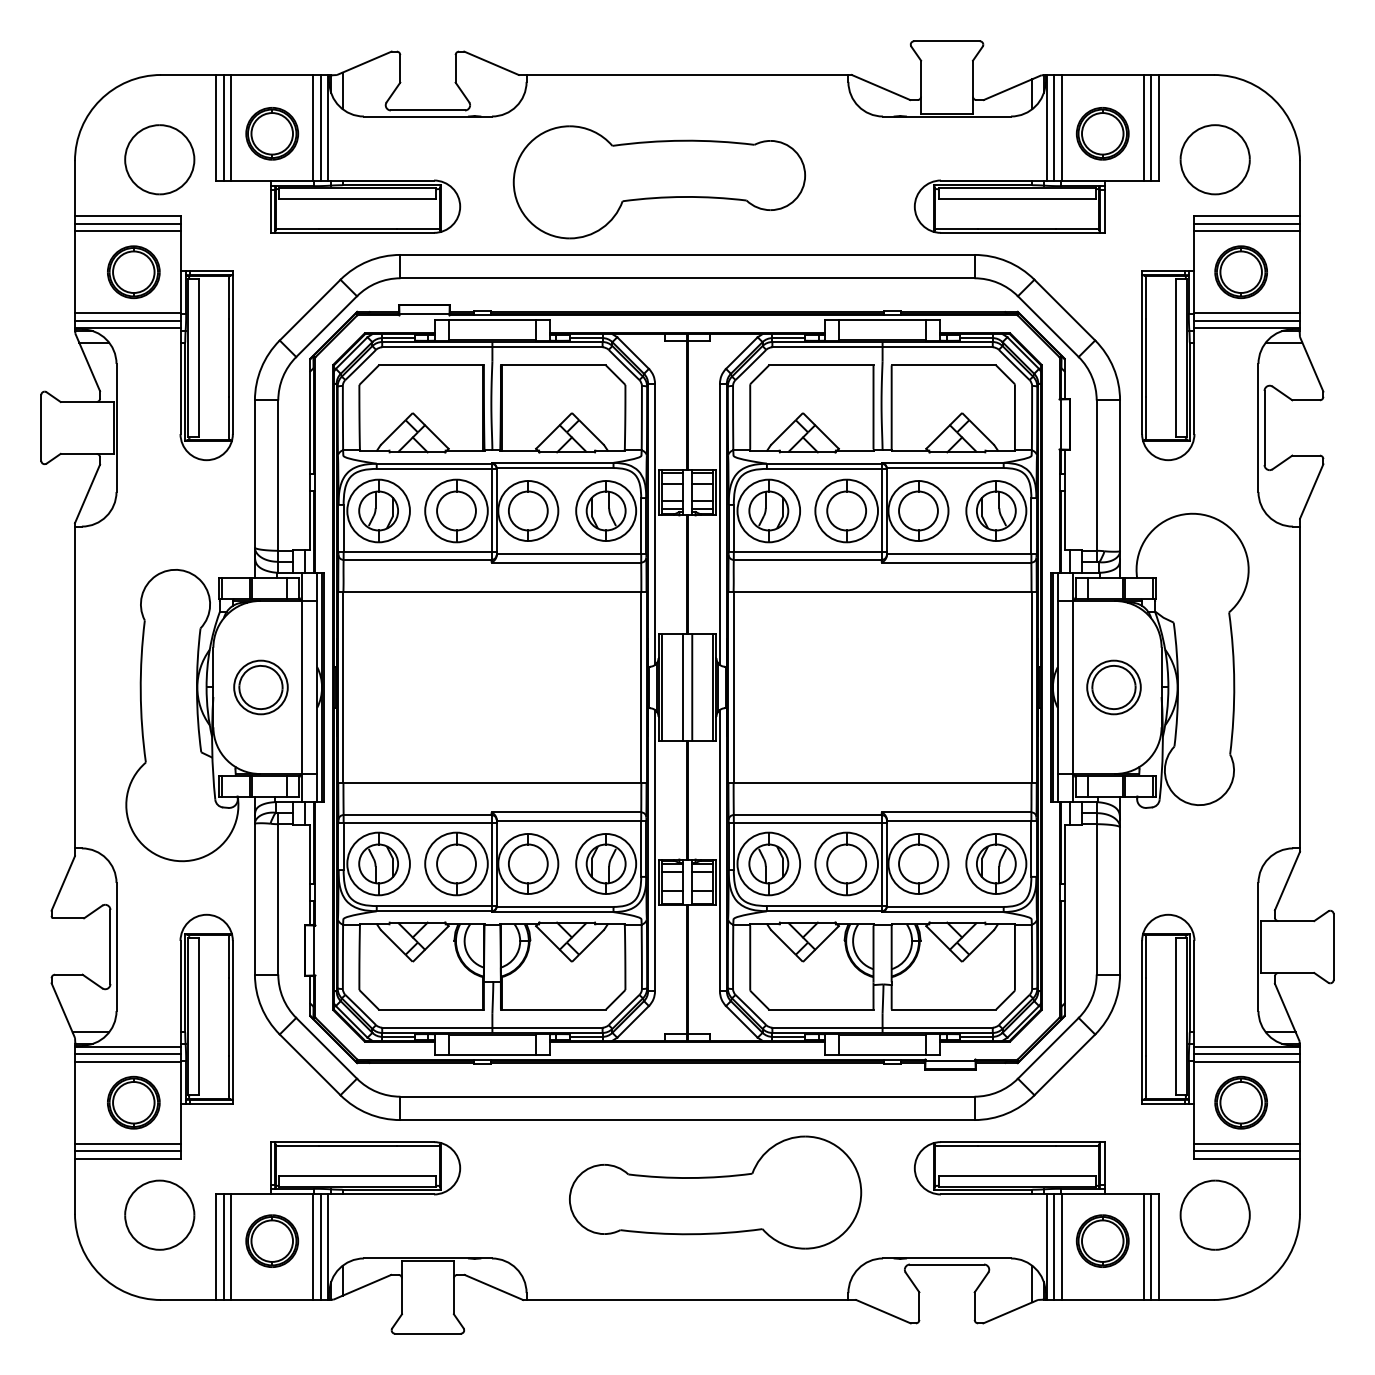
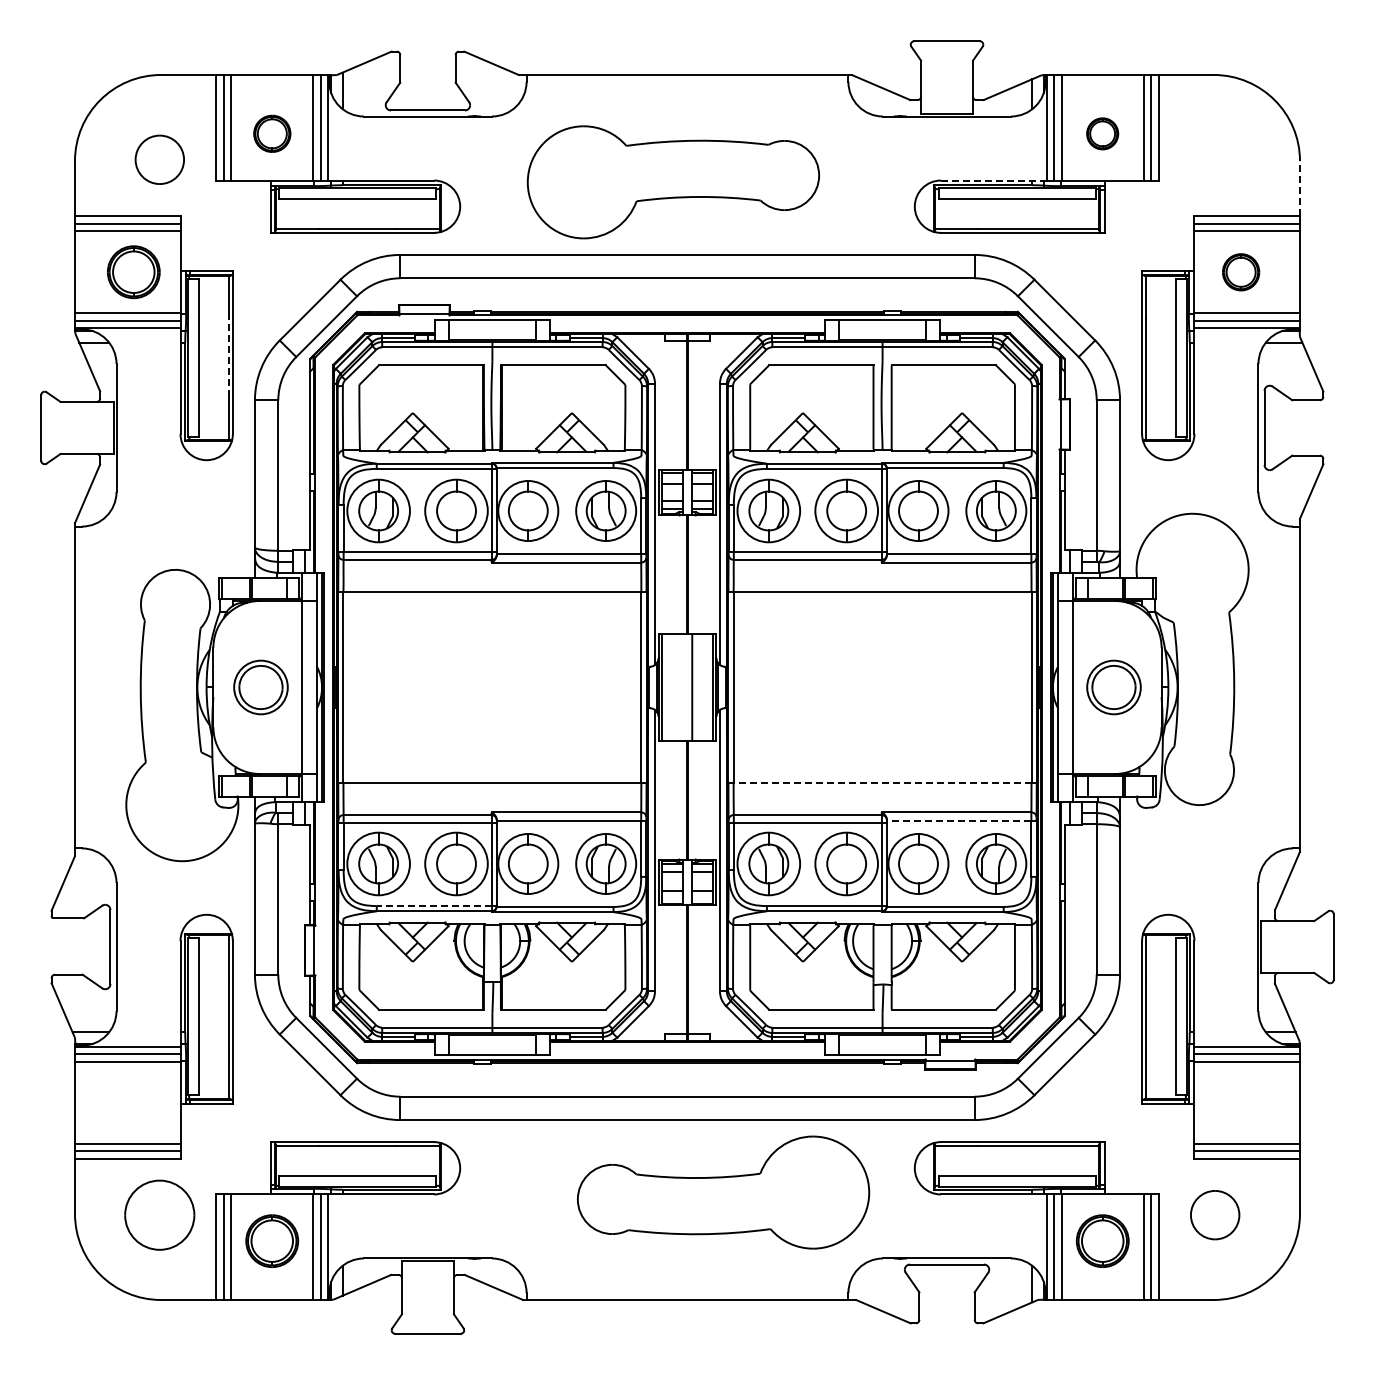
part at (272, 133) size: 55x54 px -> 39x39 px
part at (1102, 133) size: 55x54 px -> 34x34 px
part at (159, 159) size: 72x72 px -> 51x51 px
part at (1214, 159): present -> none
line at (993, 180): solid -> dashed
part at (658, 182) position: (658, 182) -> (672, 182)
line at (1300, 188): solid -> dashed
part at (1240, 272) size: 54x55 px -> 39x39 px
line at (228, 357): solid -> dashed
line at (682, 687): present -> none
line at (882, 782): solid -> dashed
line at (958, 820): solid -> dashed
line at (433, 906): solid -> dashed
part at (133, 1102): present -> none
part at (1240, 1102): present -> none
part at (715, 1192) position: (715, 1192) -> (723, 1192)
part at (1214, 1214) size: 72x72 px -> 51x51 px
